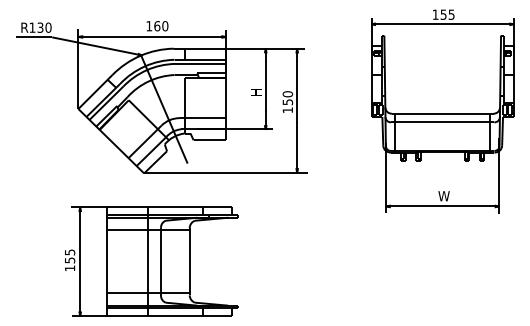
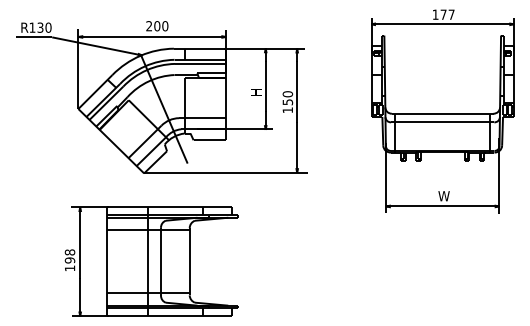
text at (447, 14): 155 -> 177
text at (153, 26): 160 -> 200
text at (69, 256): 155 -> 198
